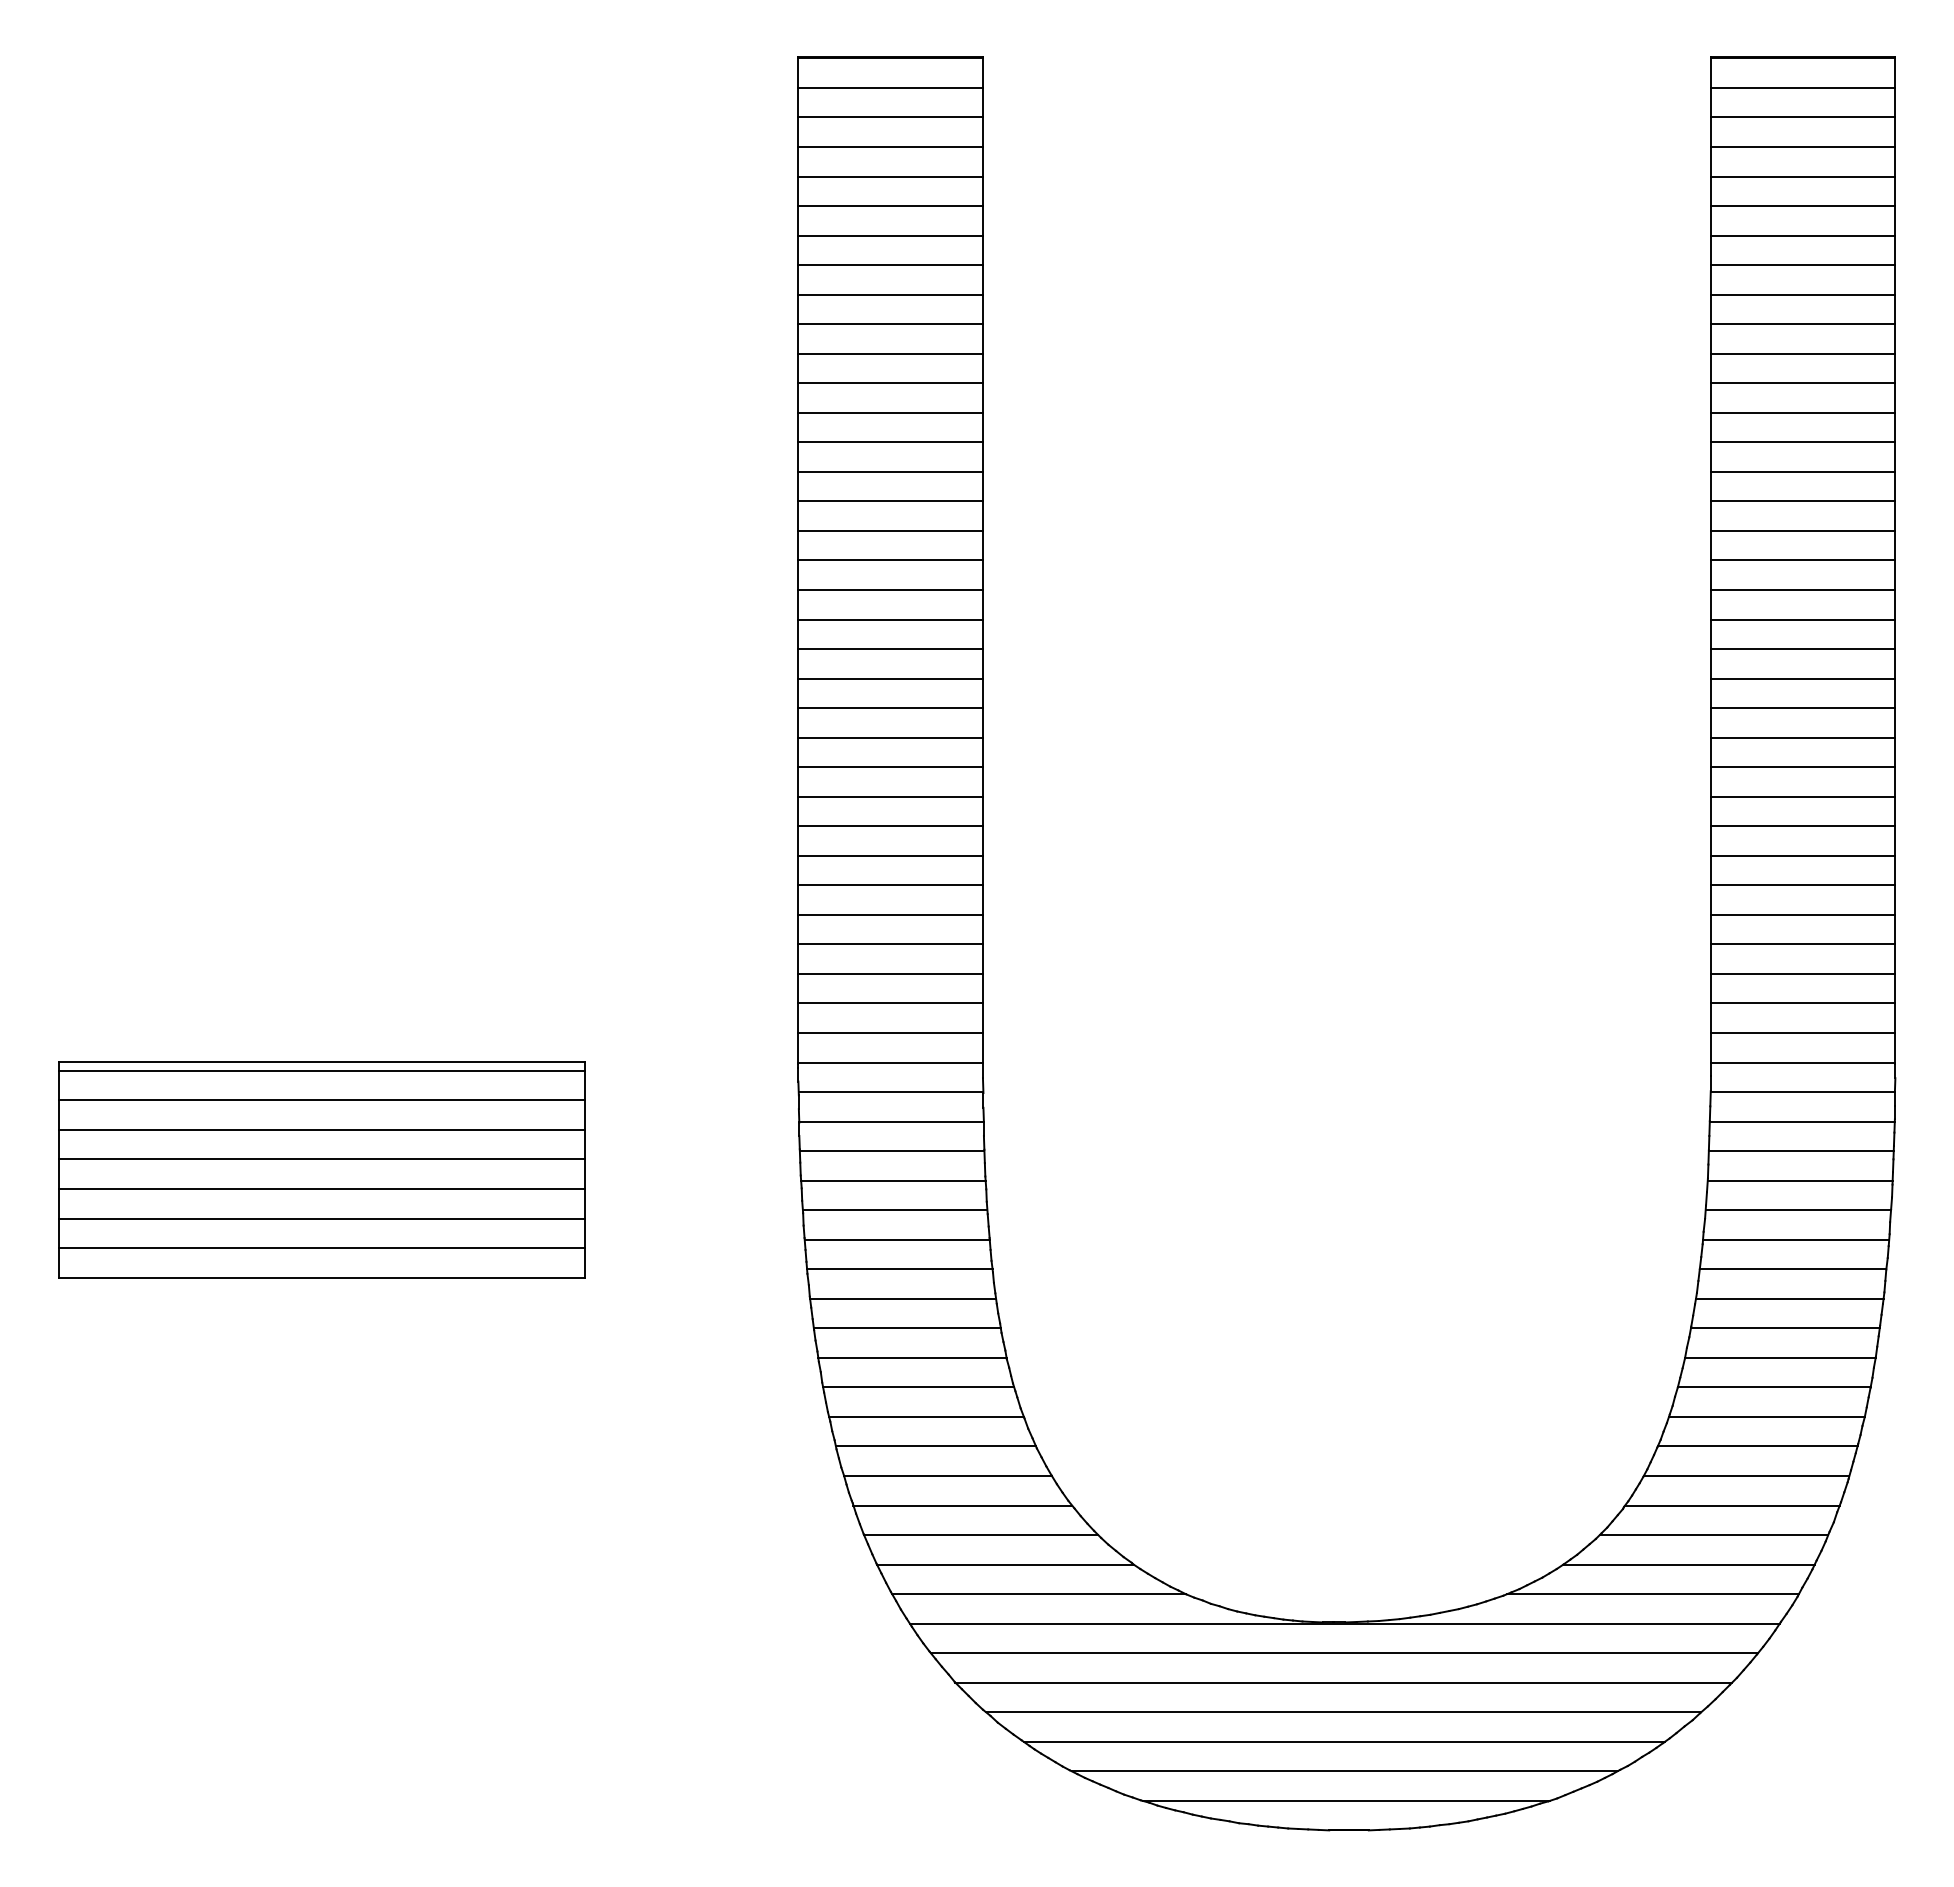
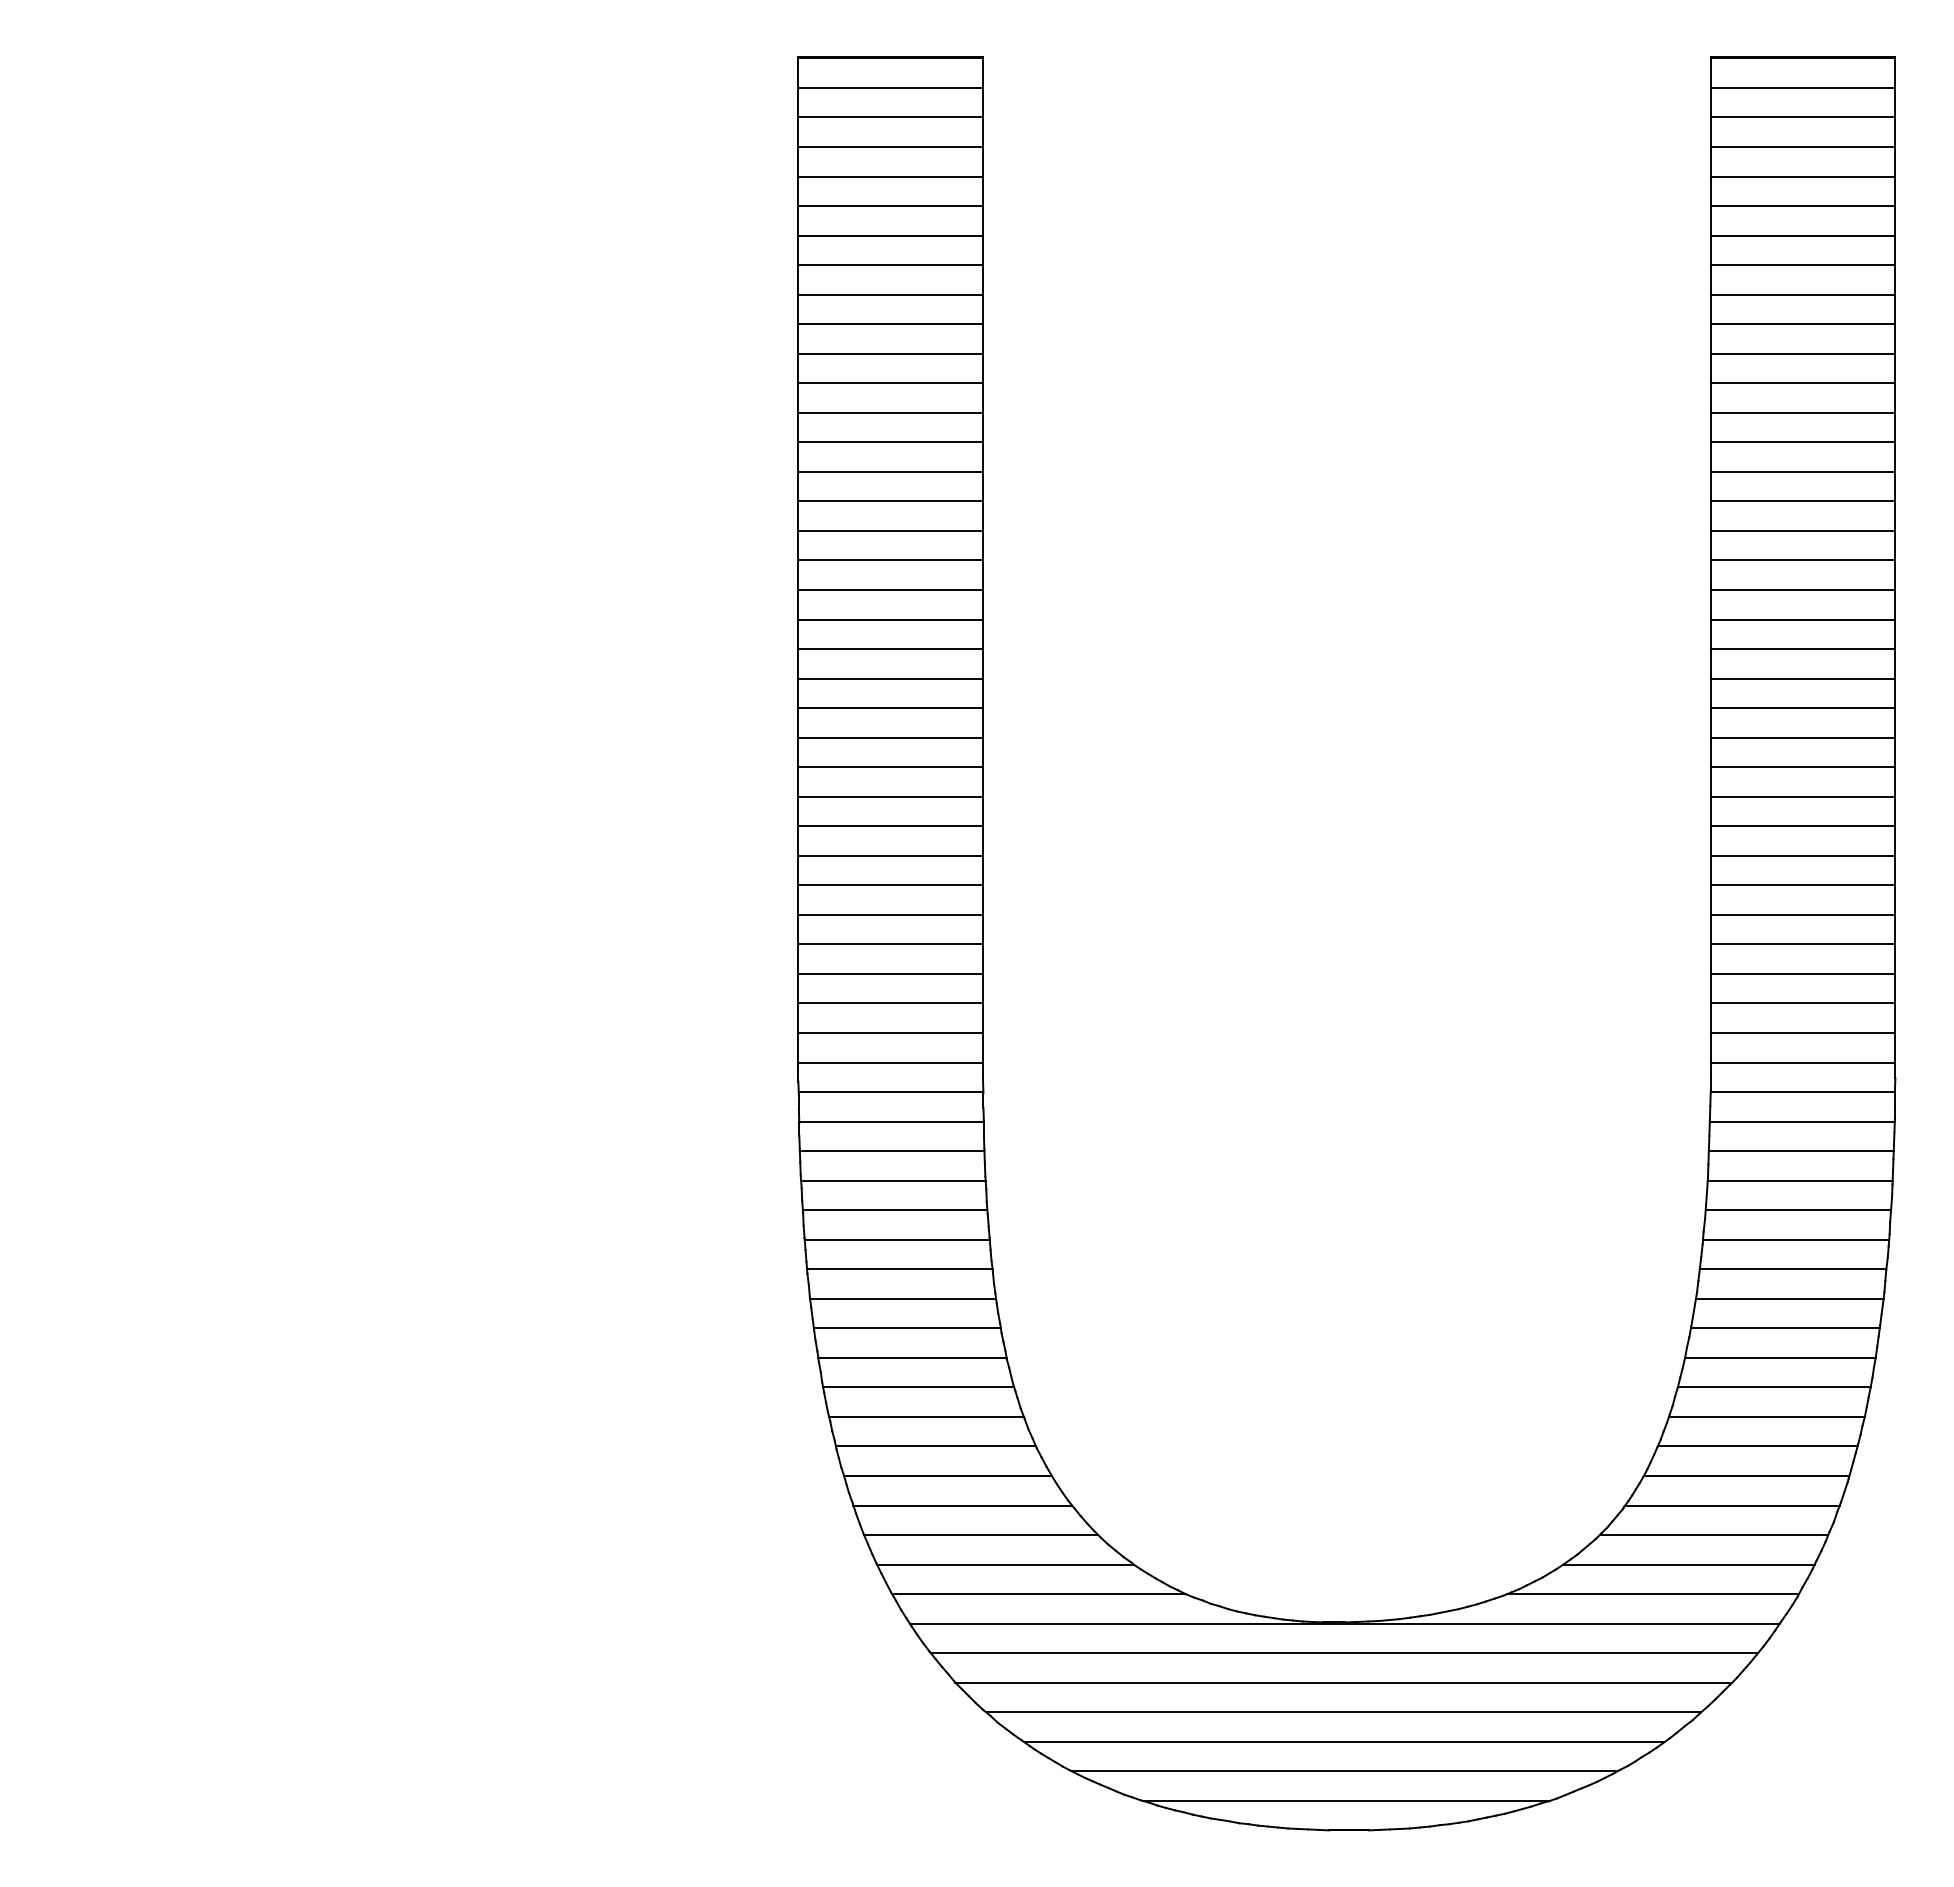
part at (321, 1169): present -> none
